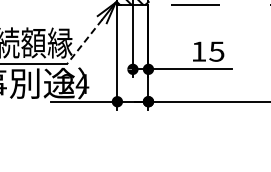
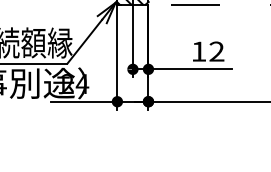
line at (84, 42): dashed -> solid
text at (216, 51): 15 -> 12
